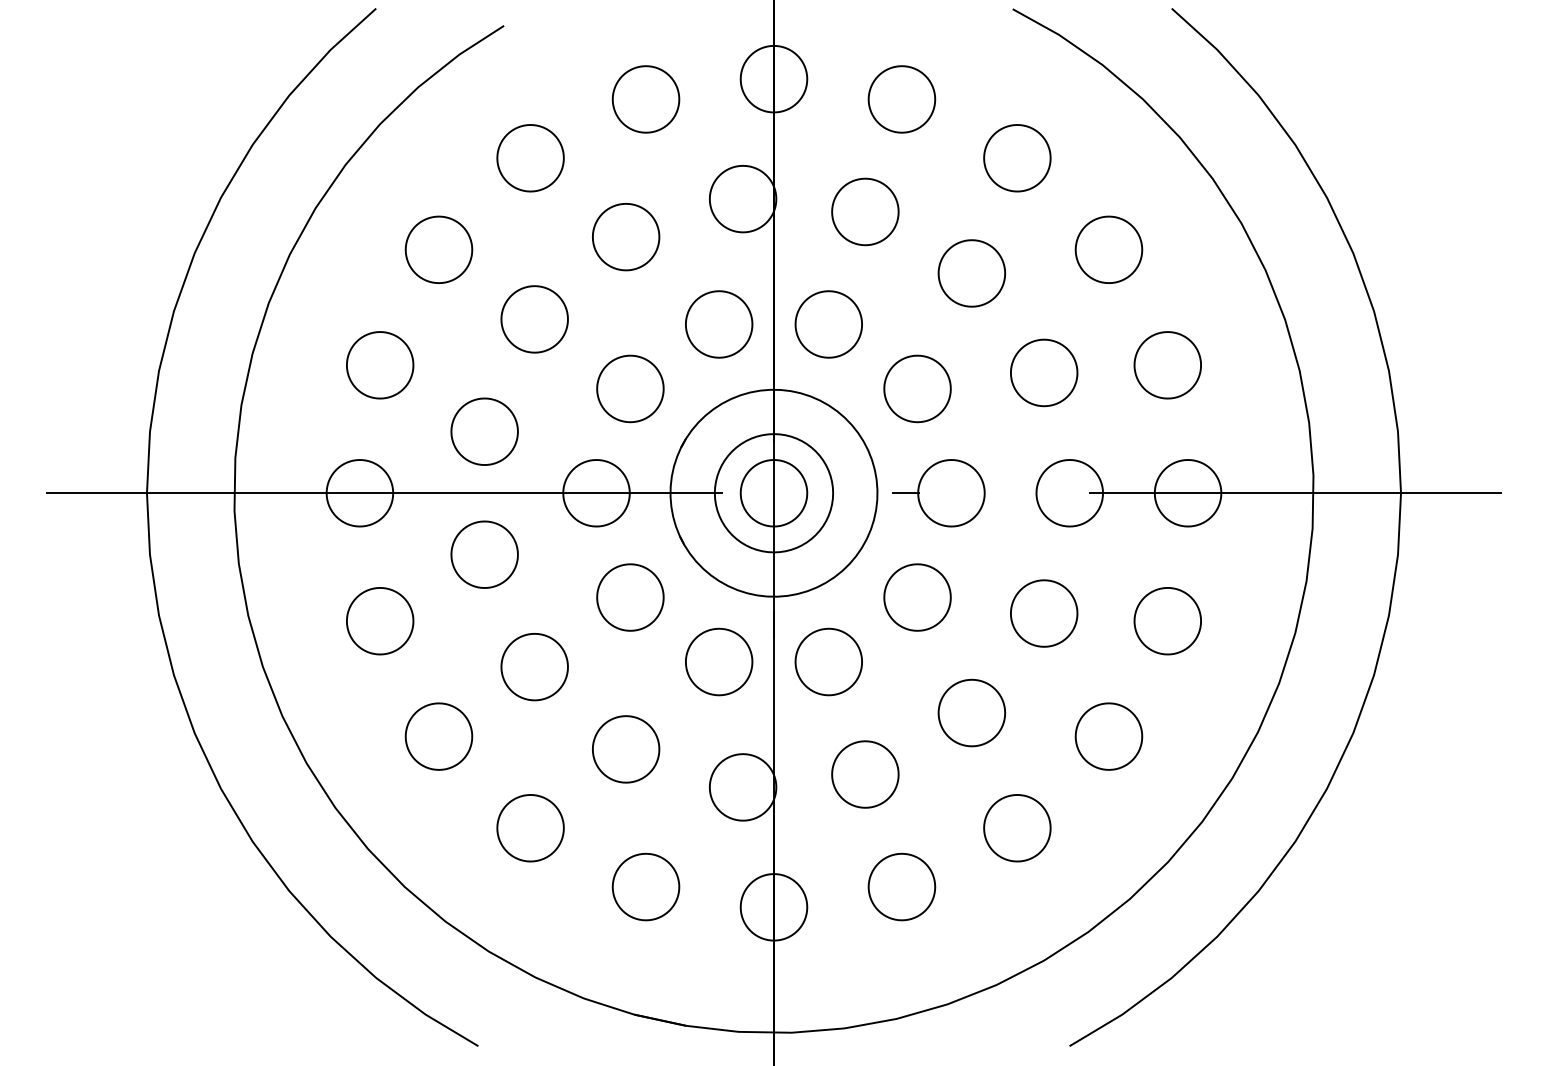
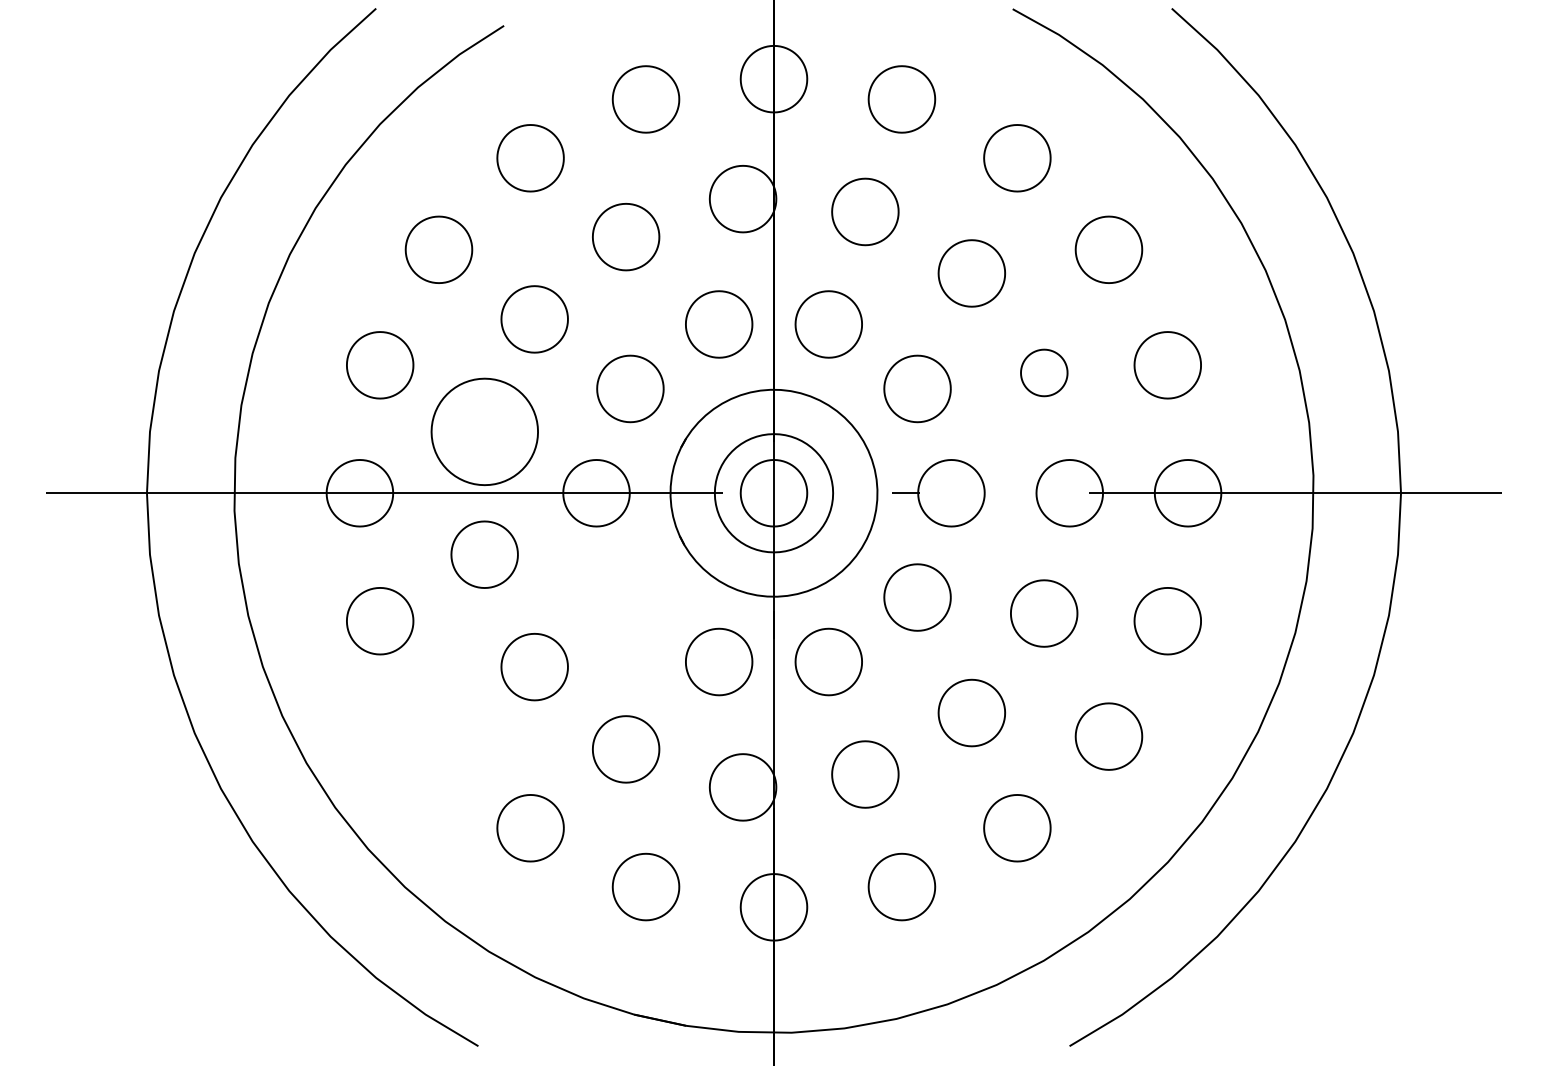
part at (1044, 372) size: 69x70 px -> 49x50 px
part at (484, 431) size: 69x69 px -> 109x109 px
part at (630, 597): present -> none
part at (438, 736): present -> none
